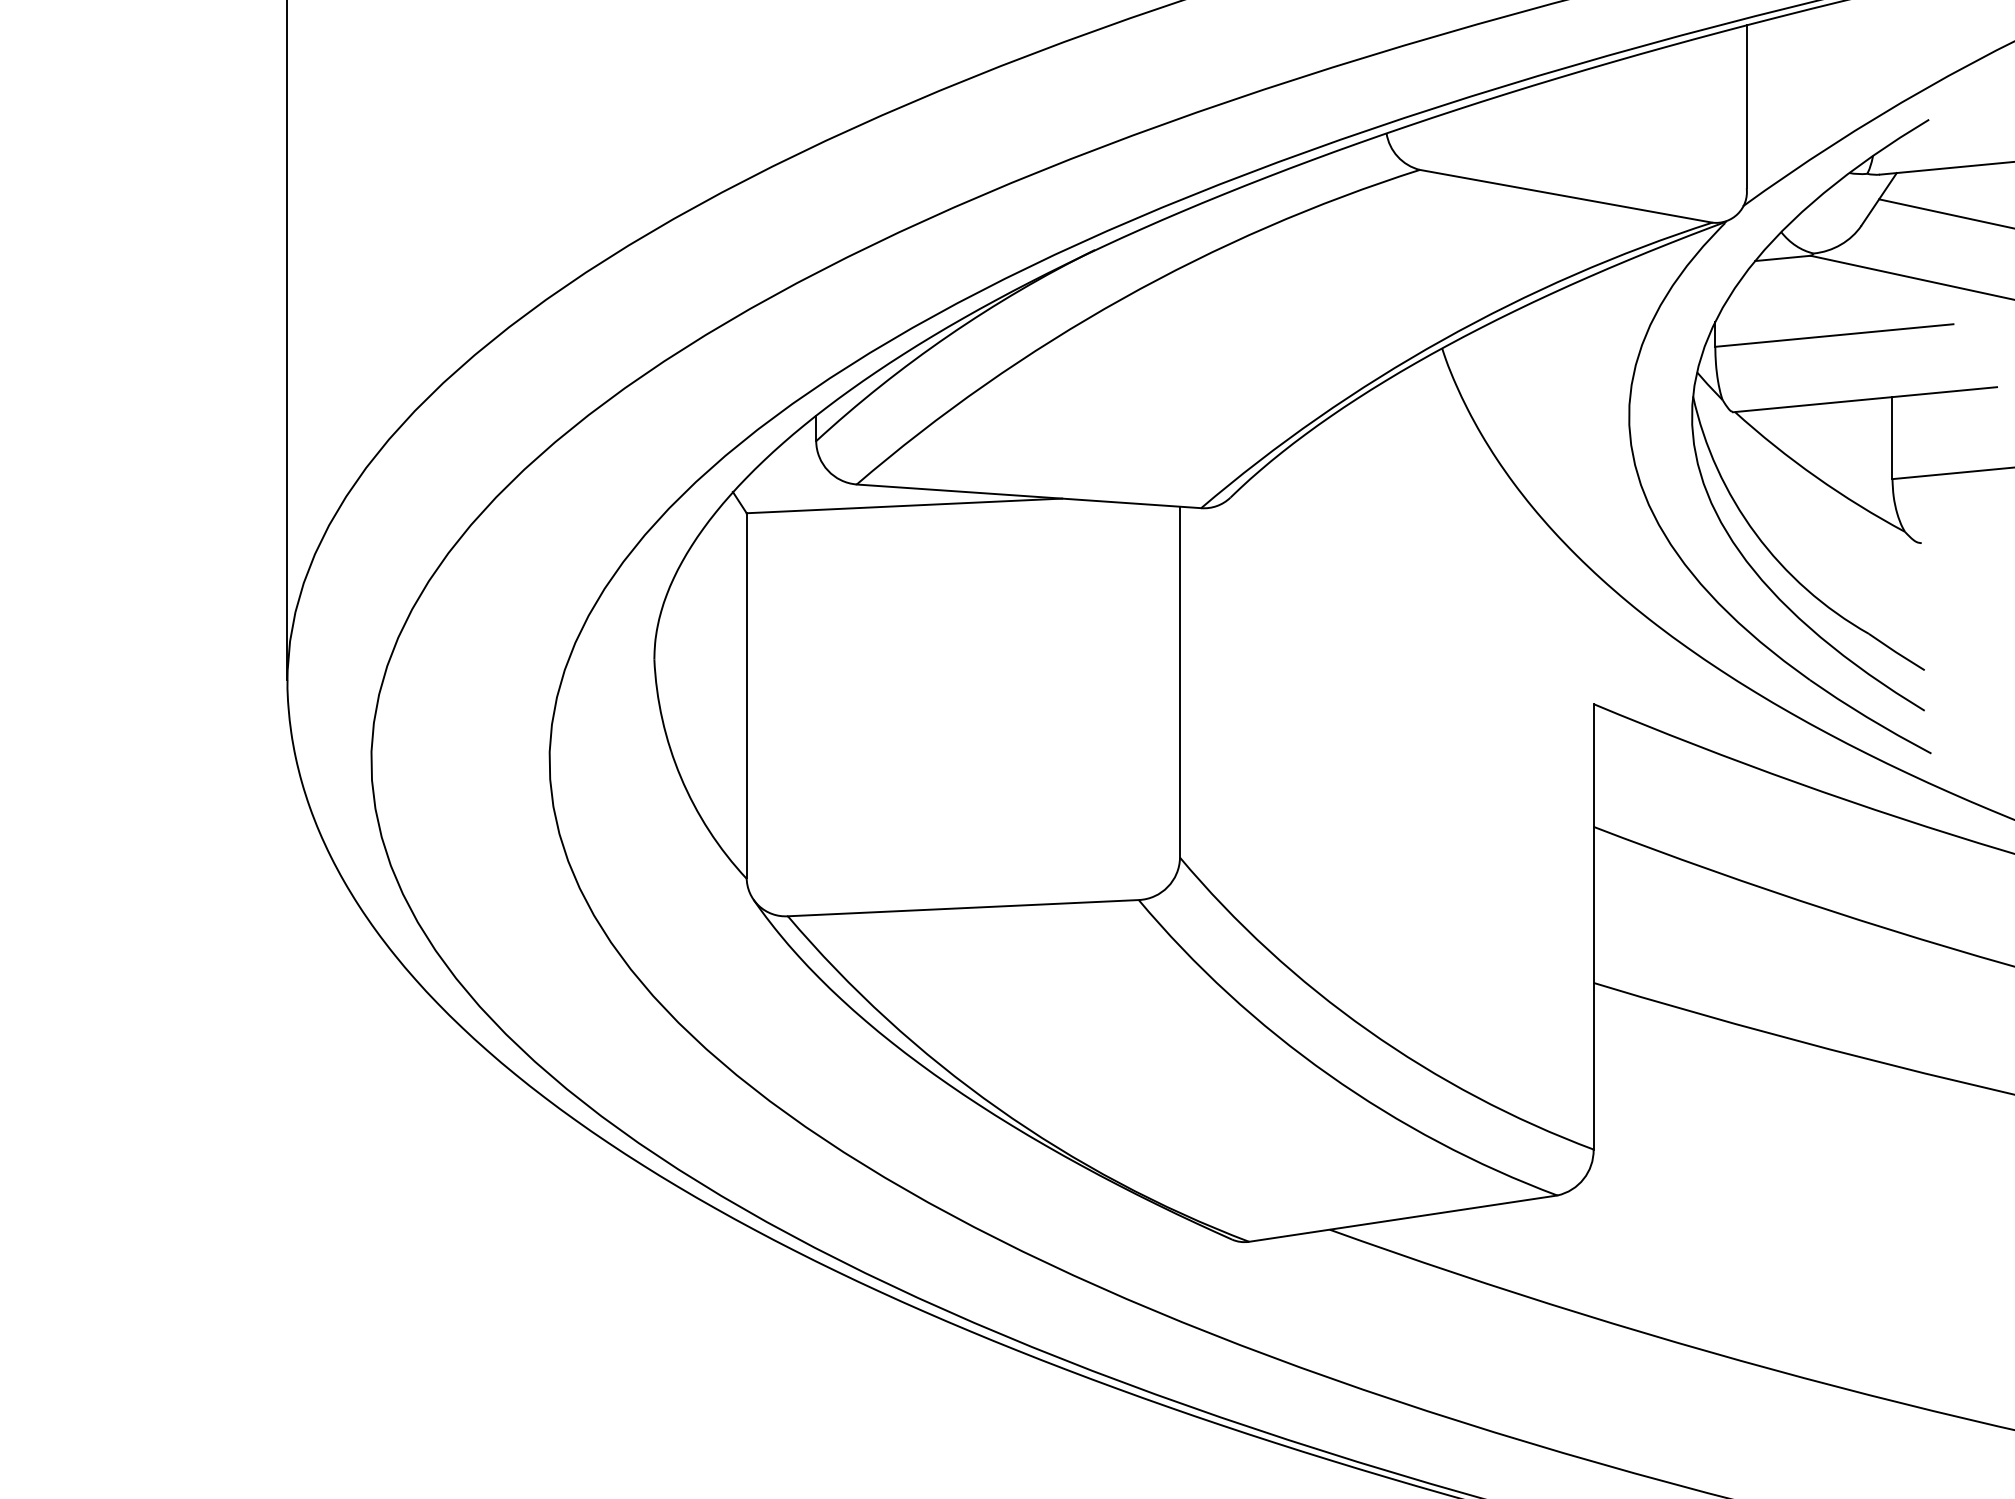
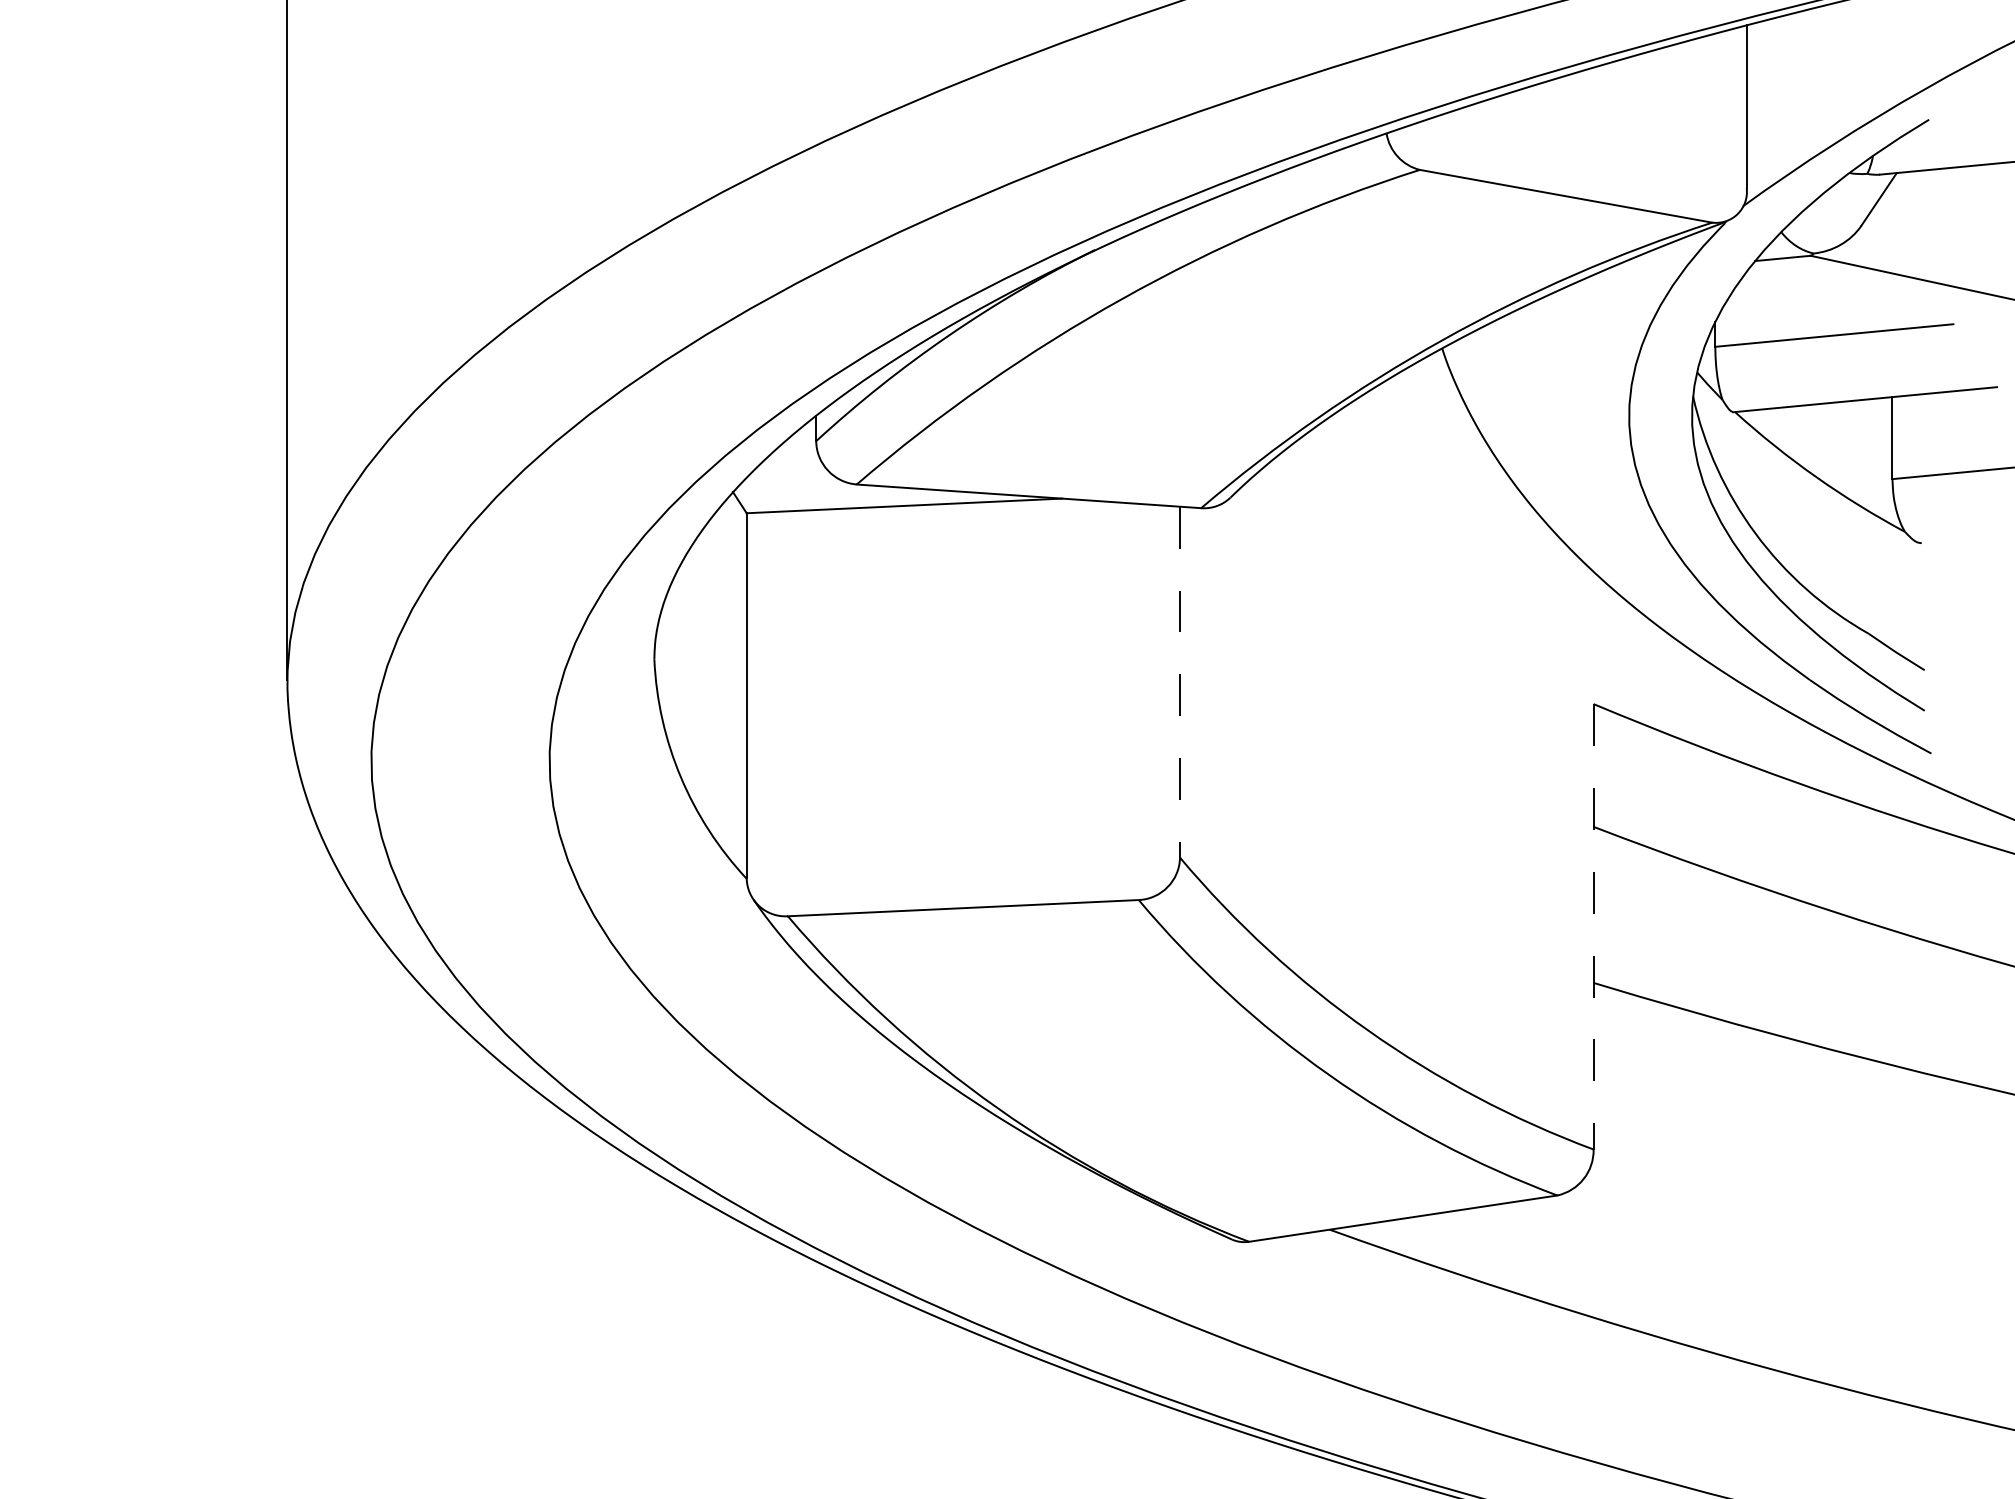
line at (1945, 213): present -> none
line at (1180, 682): solid -> dashed
line at (1593, 926): solid -> dashed
